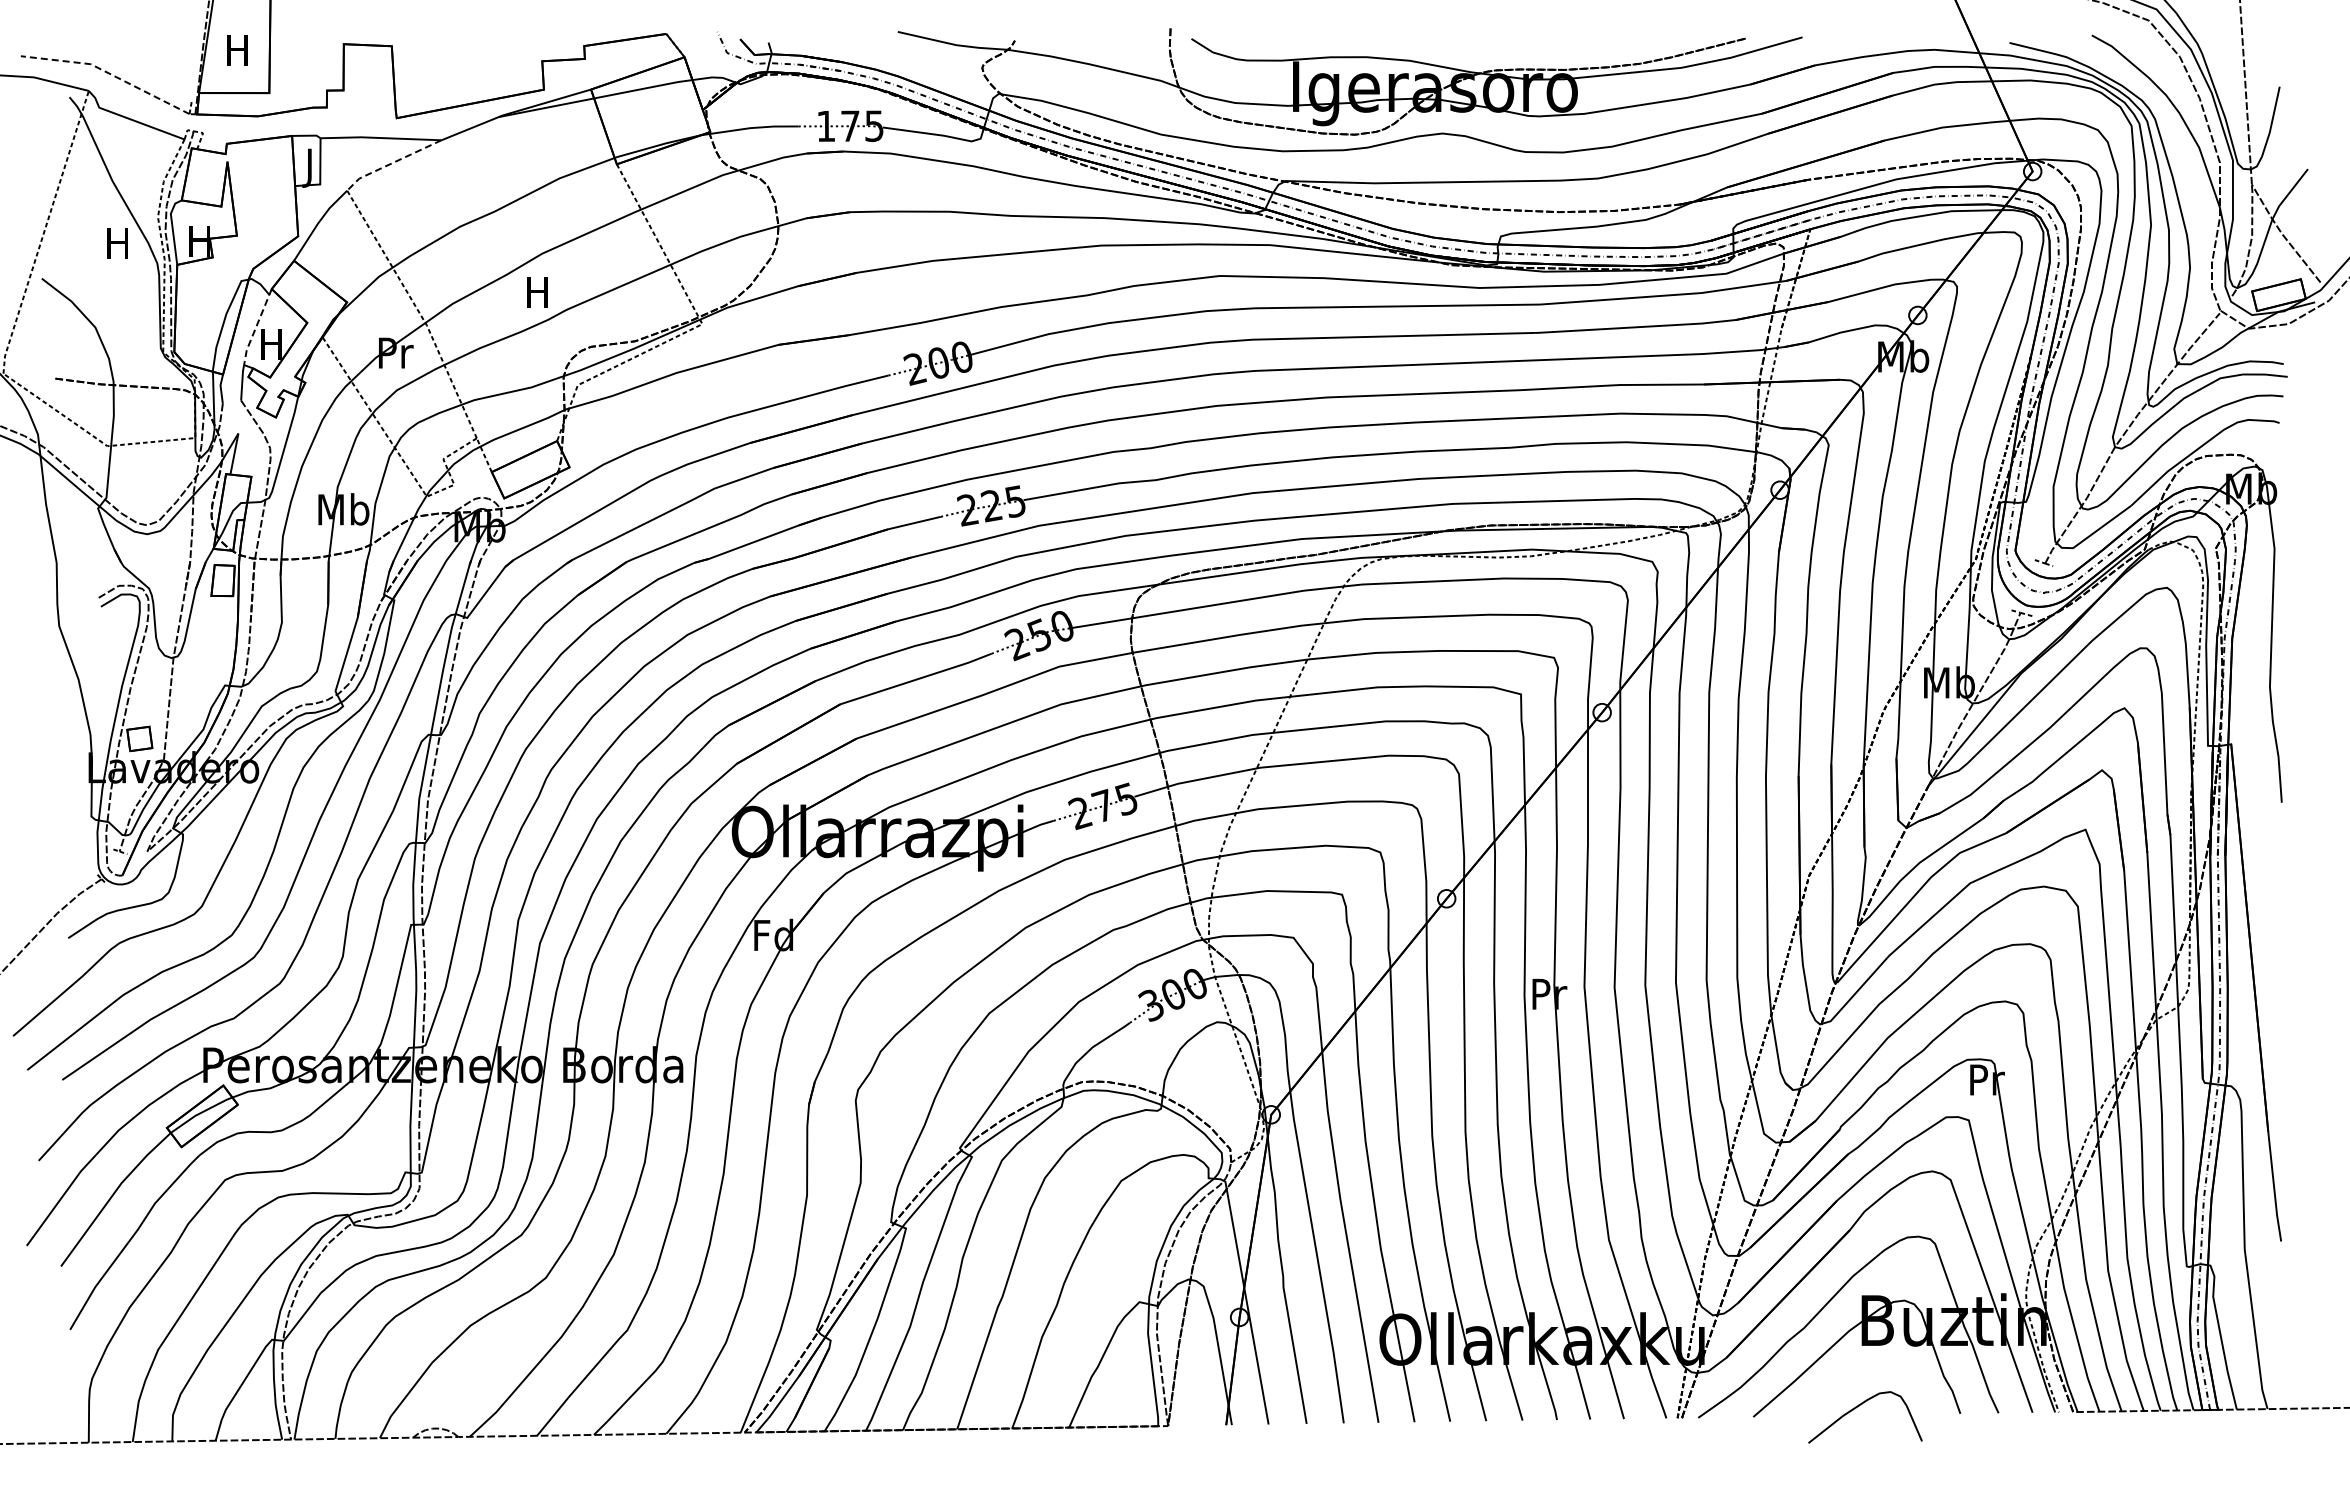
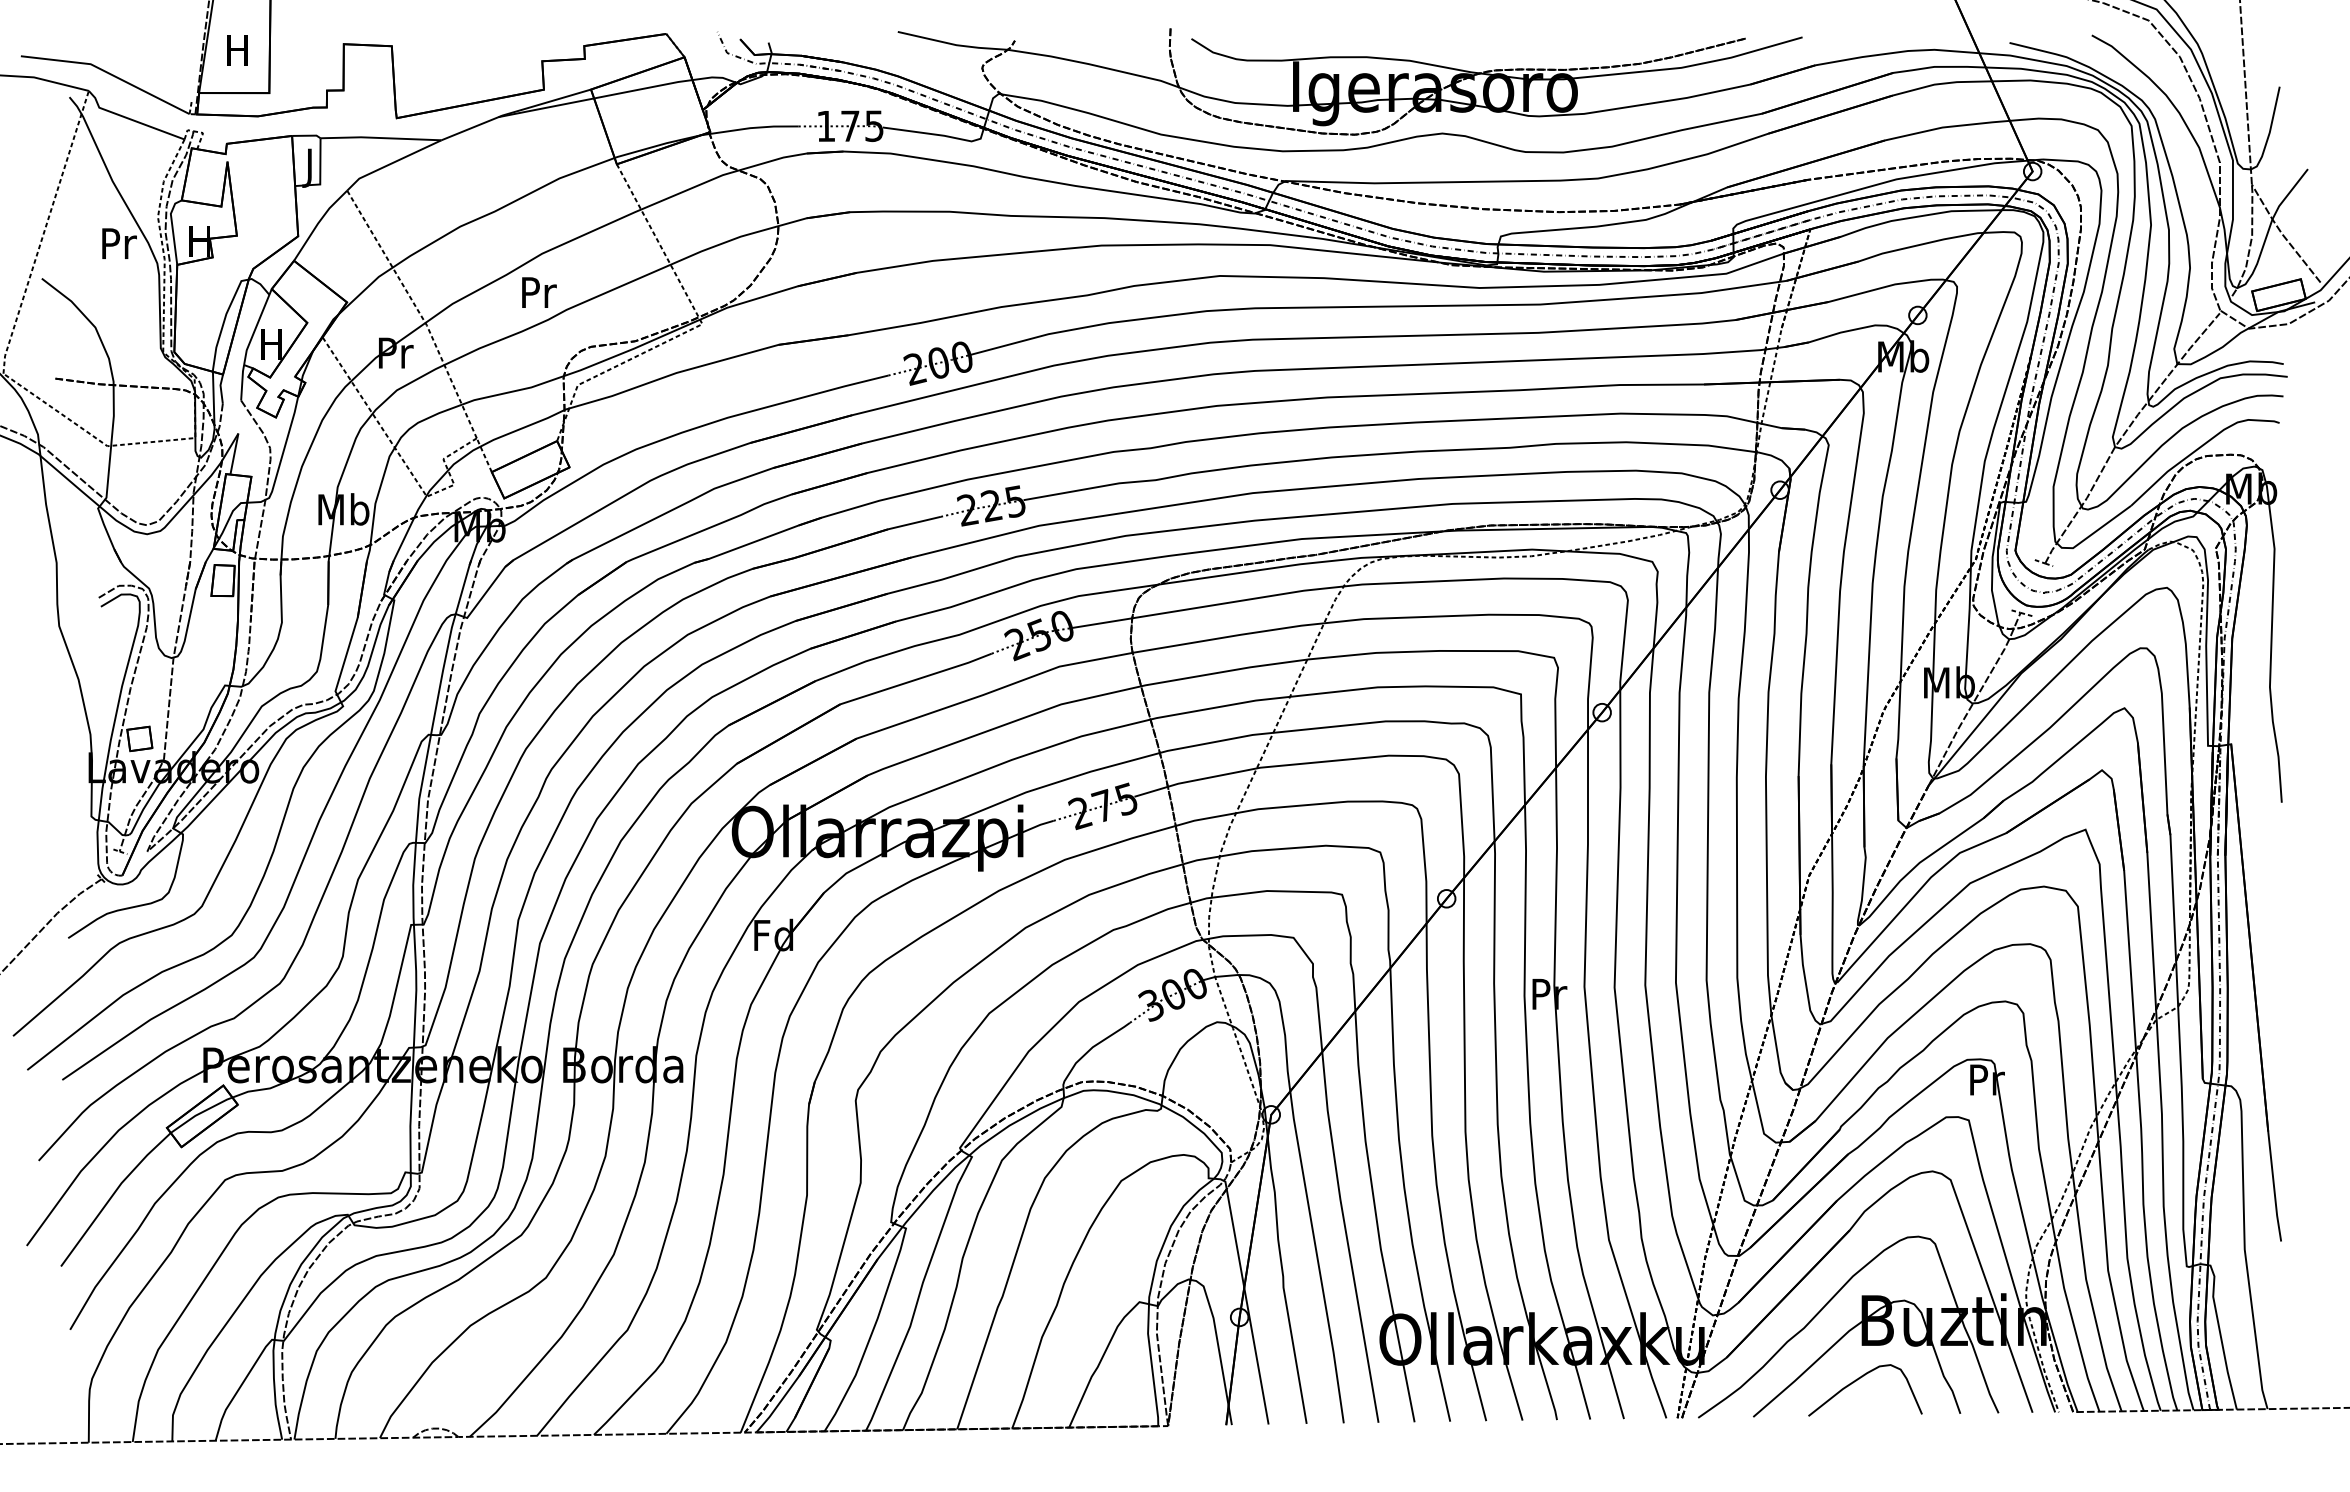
line at (107, 72): dashed -> solid
line at (391, 163): dashed -> solid
text at (119, 243): H -> Pr
text at (539, 292): H -> Pr
line at (256, 327): dashed -> solid
curve at (1859, 1406) position: (1859, 1406) -> (1859, 1379)
